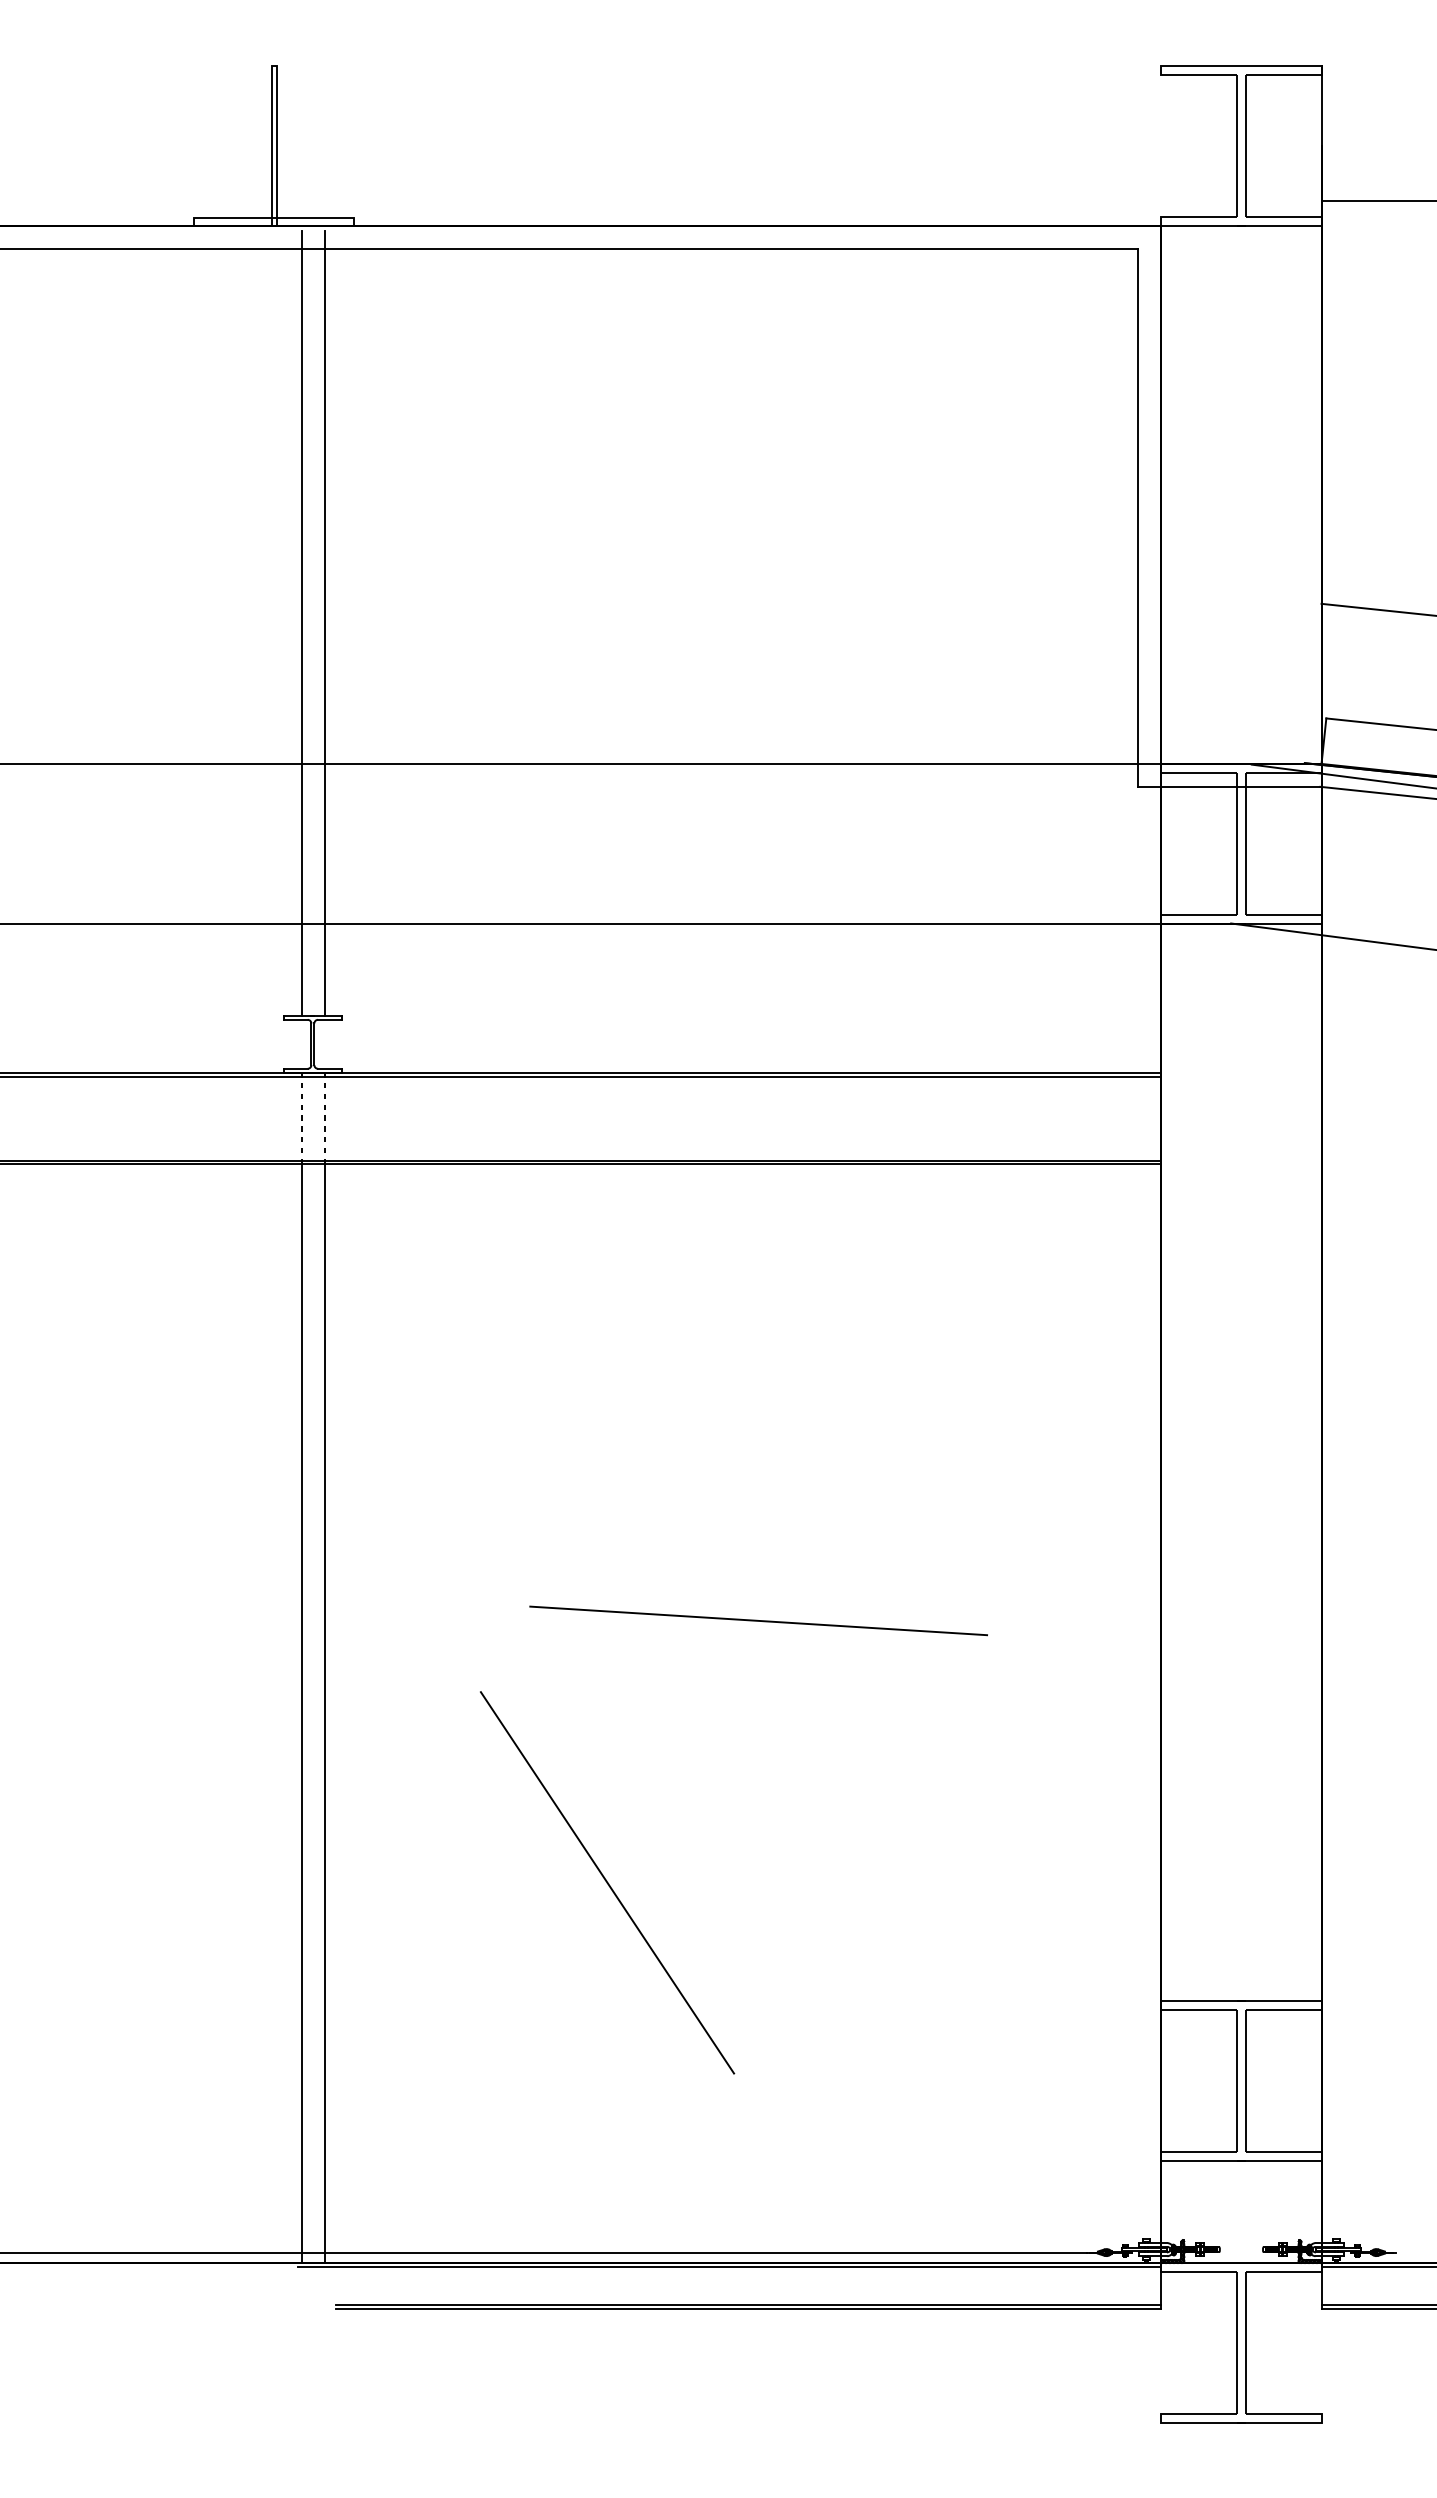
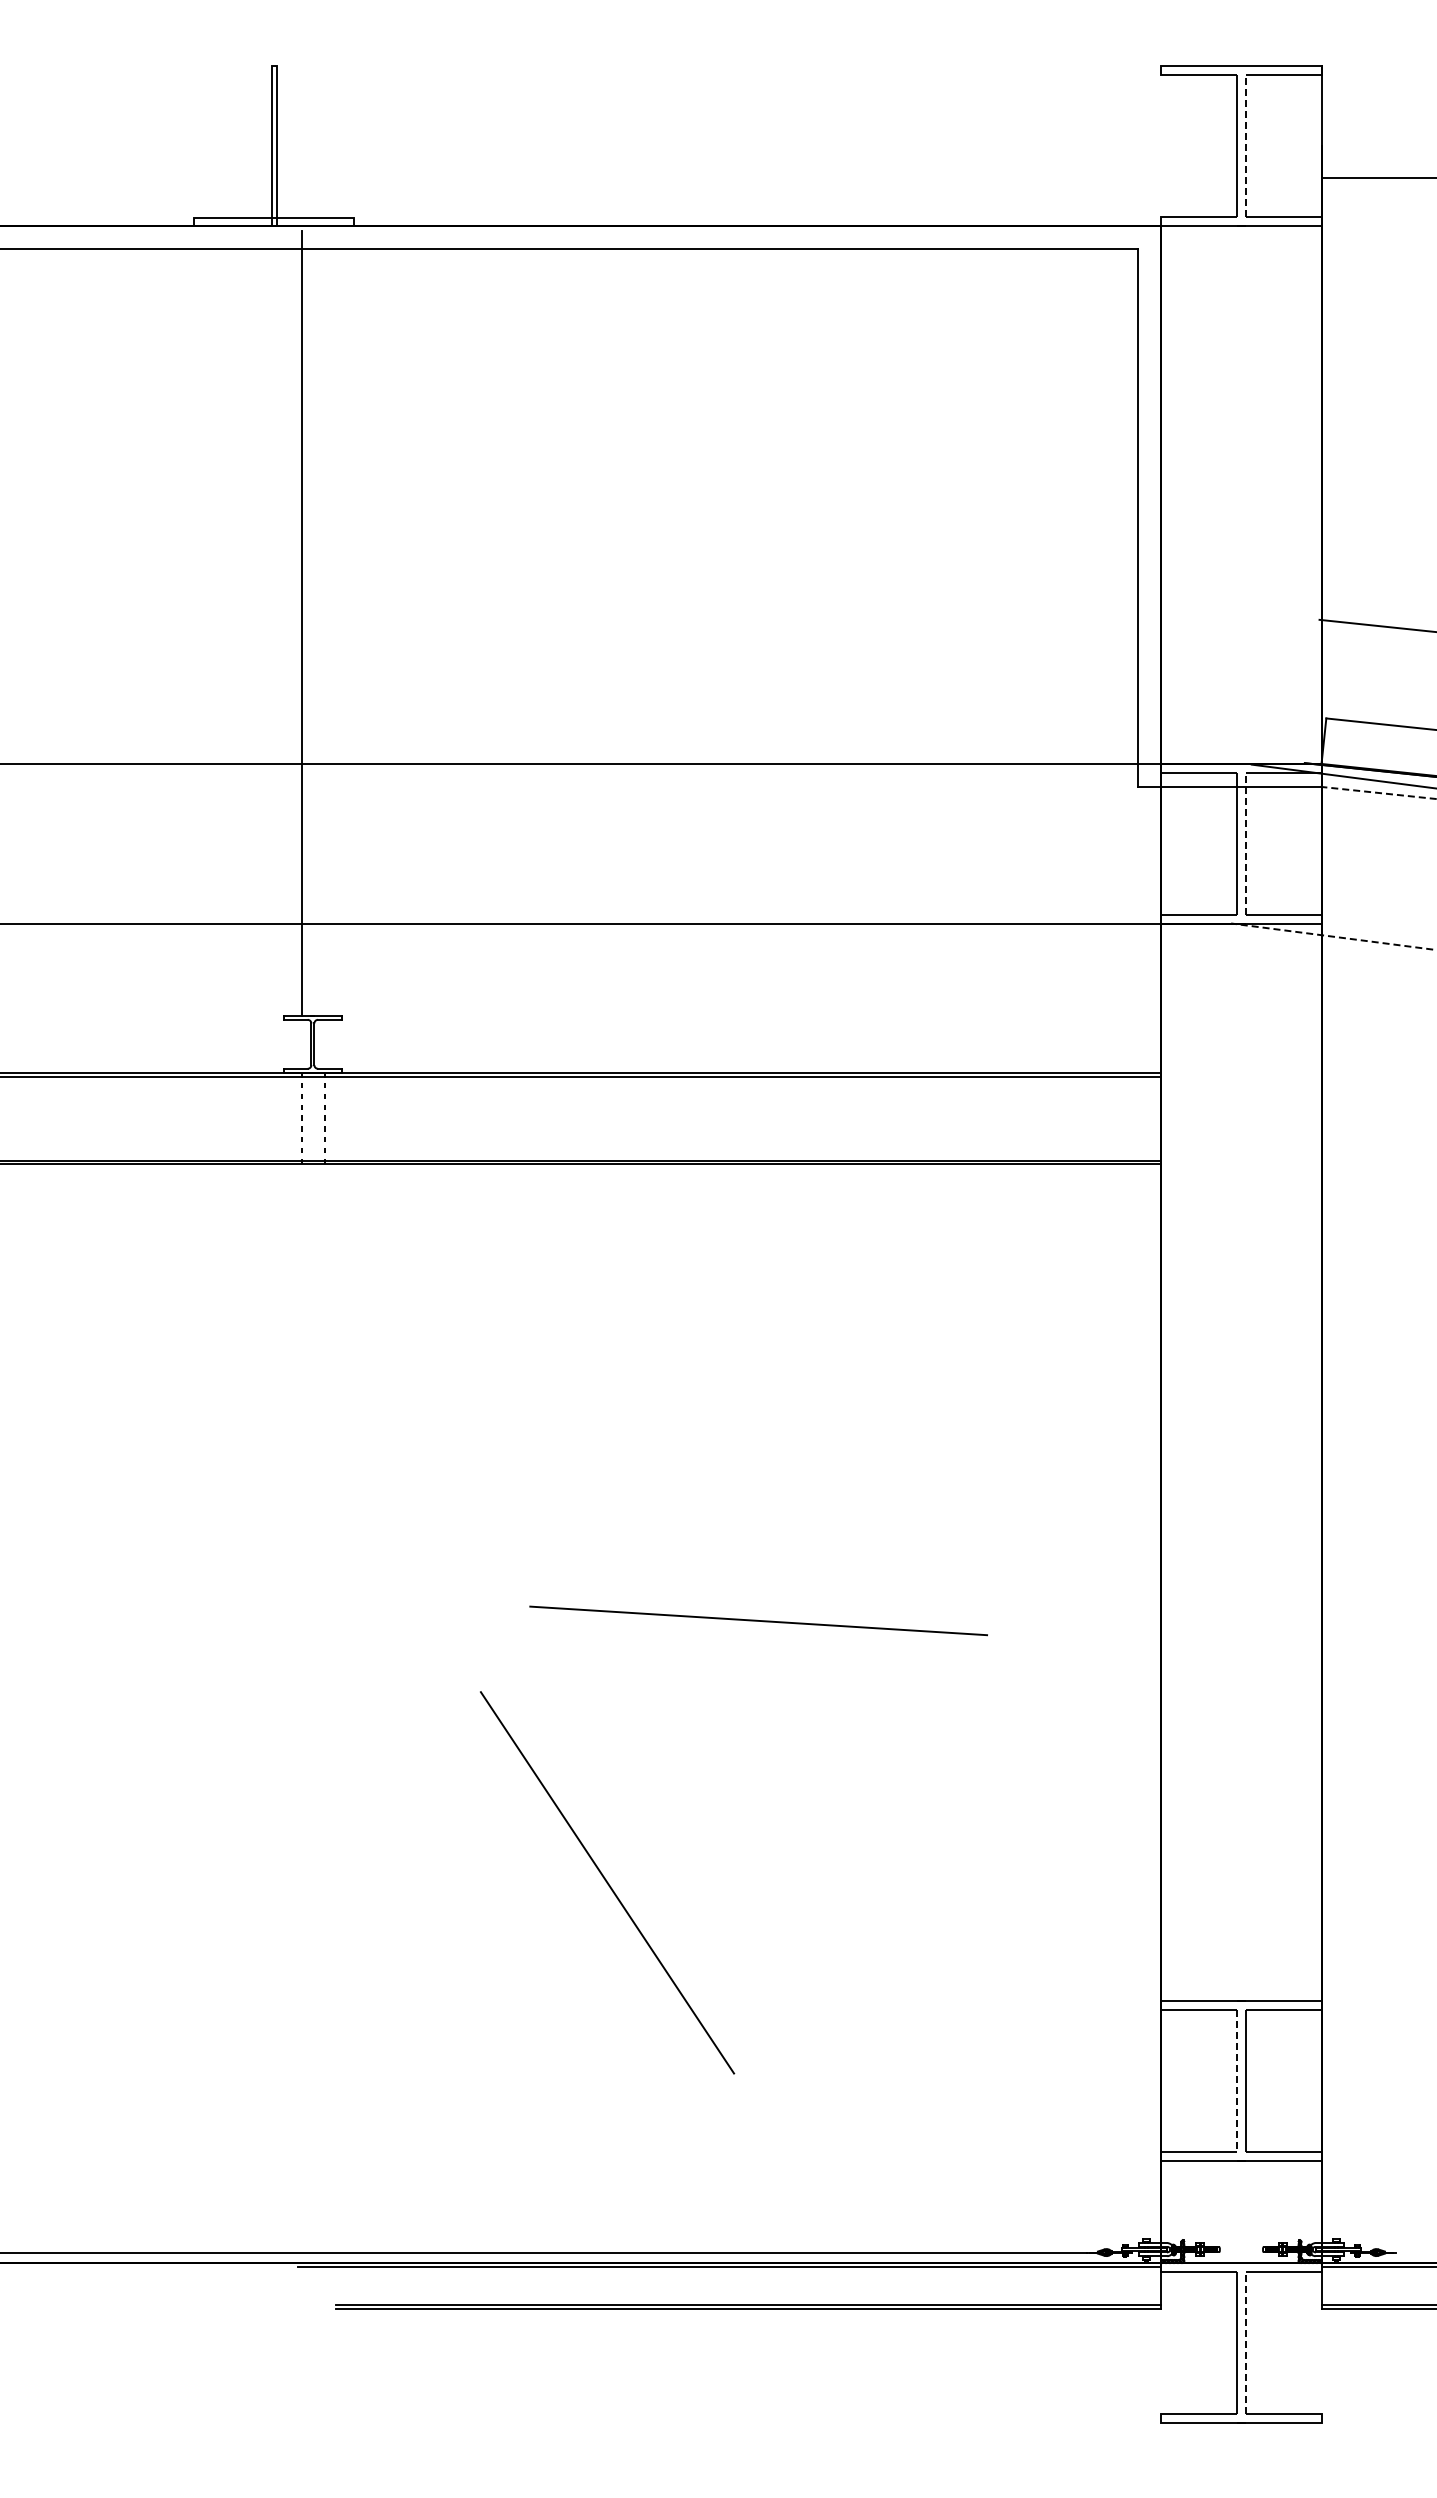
line at (1246, 146): solid -> dashed
line at (1377, 200) position: (1377, 200) -> (1377, 177)
line at (1377, 609) position: (1377, 609) -> (1376, 625)
line at (324, 622): present -> none
line at (1379, 793): solid -> dashed
line at (1246, 844): solid -> dashed
line at (1333, 936): solid -> dashed
line at (301, 1713): present -> none
line at (324, 1713): present -> none
line at (1236, 2081): solid -> dashed
line at (1246, 2342): solid -> dashed
